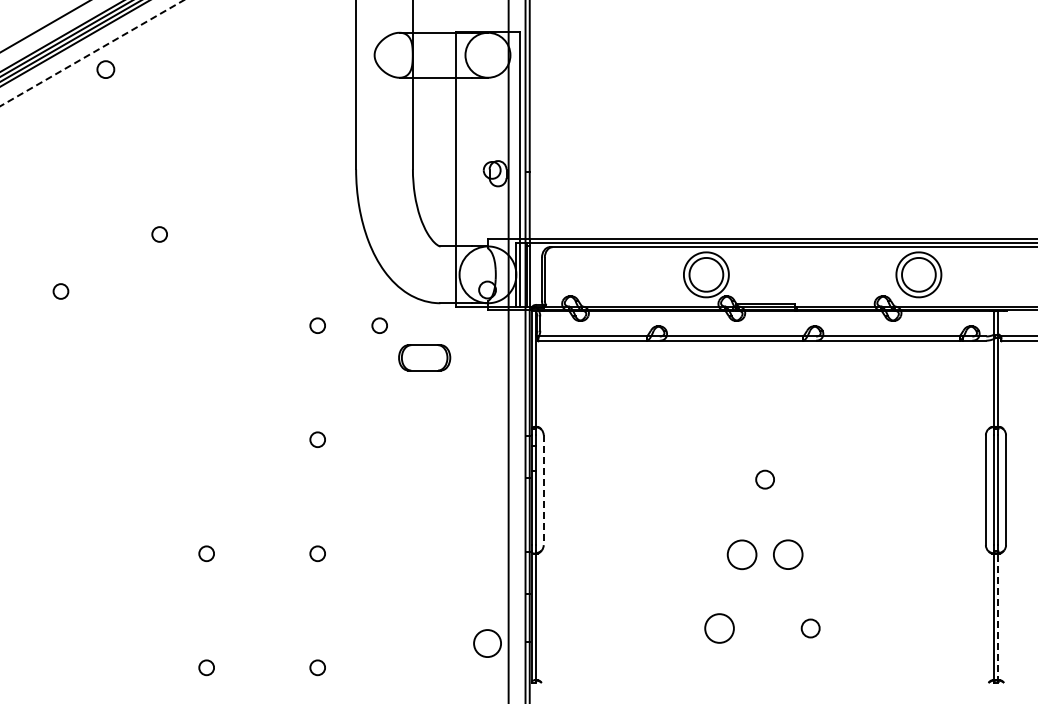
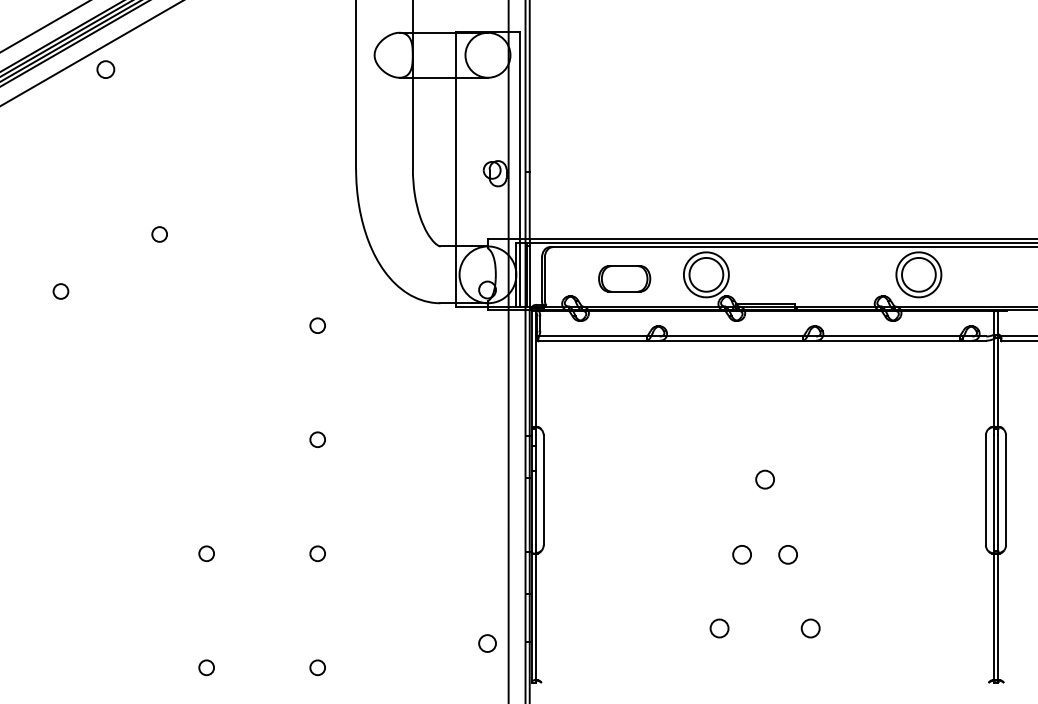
line at (92, 52): dashed -> solid
circle at (379, 325): present -> none
part at (424, 357) position: (424, 357) -> (624, 278)
line at (543, 490): dashed -> solid
circle at (741, 554) diameter: 29 px -> 18 px
circle at (788, 554) size: 31x31 px -> 20x20 px
line at (998, 617): dashed -> solid
circle at (719, 628) diameter: 29 px -> 18 px
circle at (487, 643) diameter: 27 px -> 17 px
